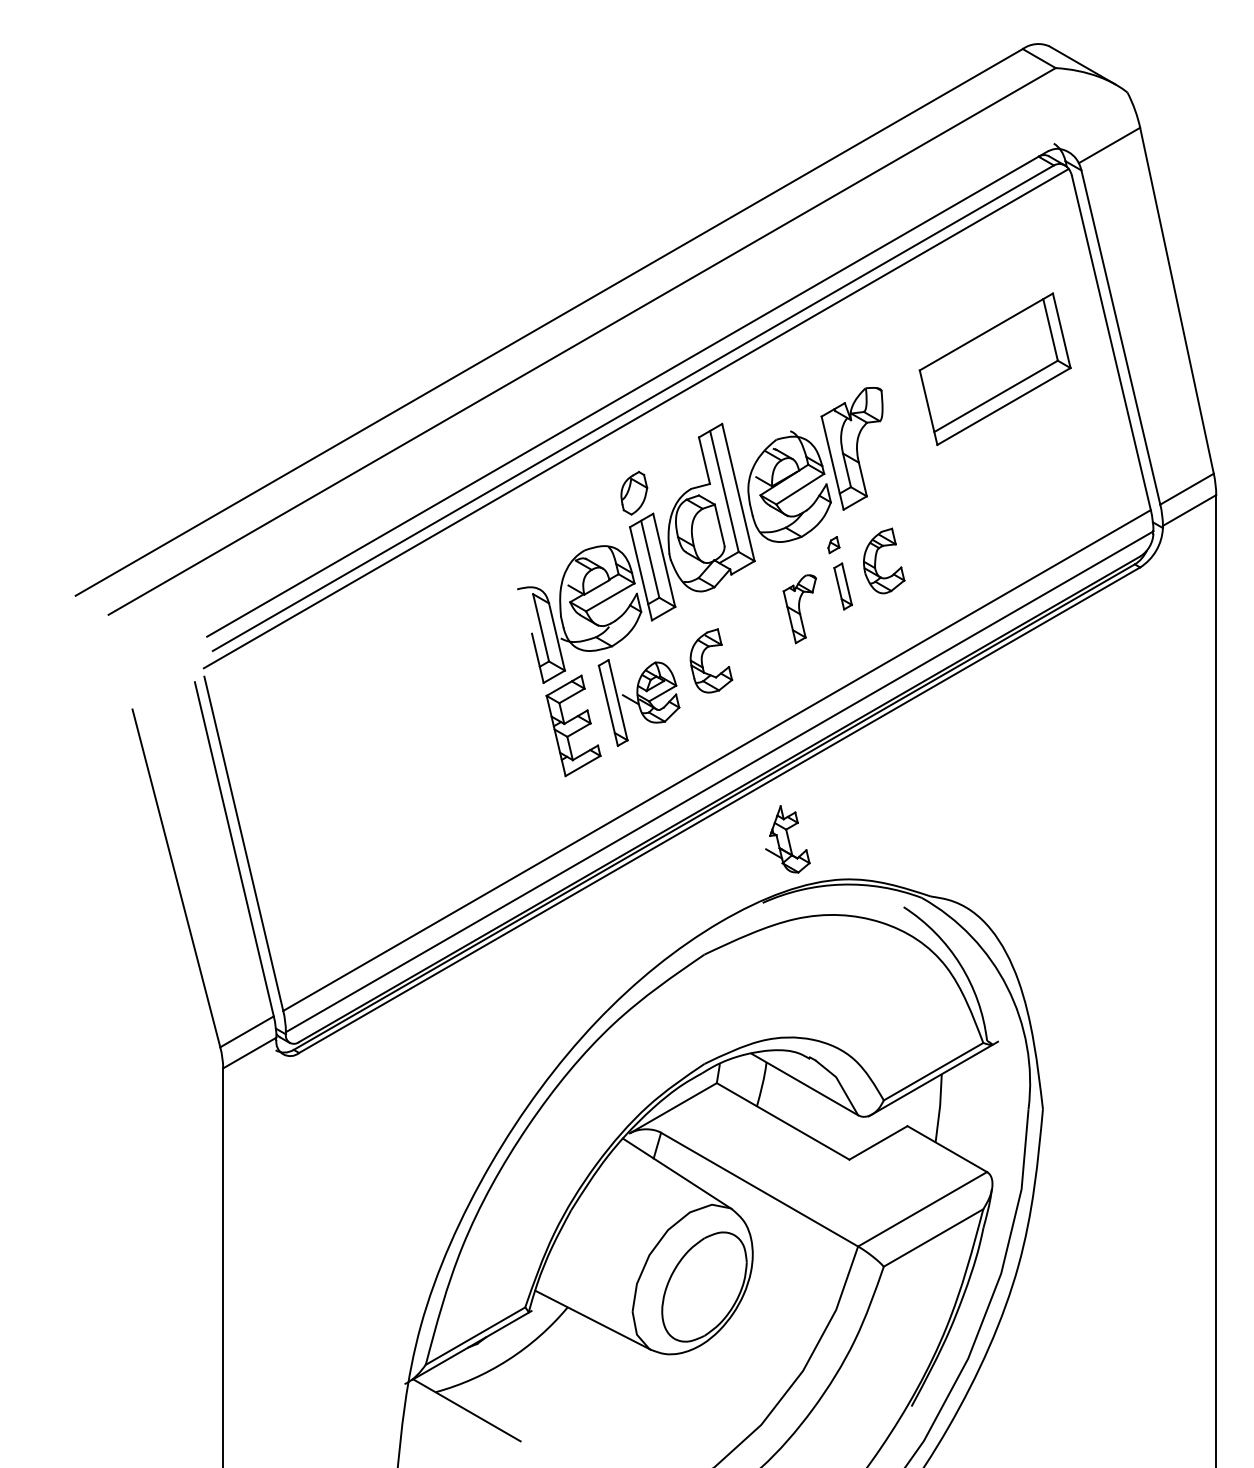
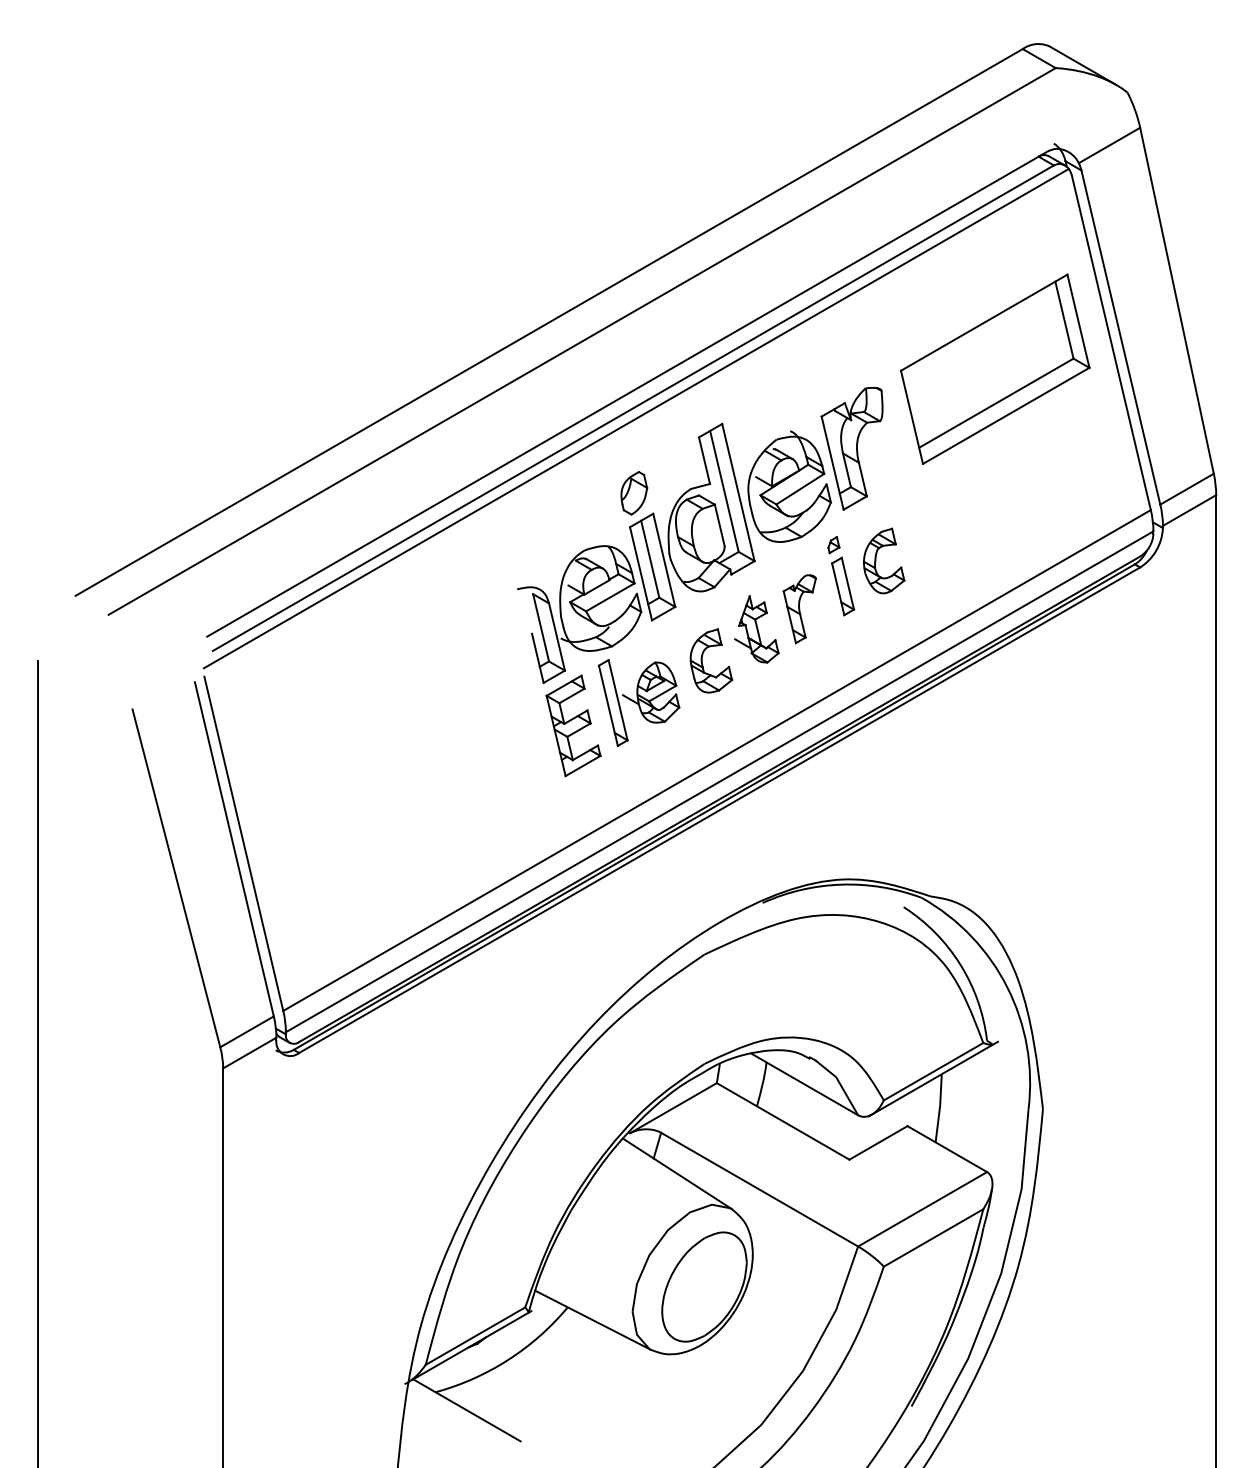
part at (994, 368) size: 154x154 px -> 192x192 px
part at (842, 586) size: 20x49 px -> 25x61 px
part at (787, 839) position: (787, 839) -> (756, 629)
line at (37, 1062): none -> present
